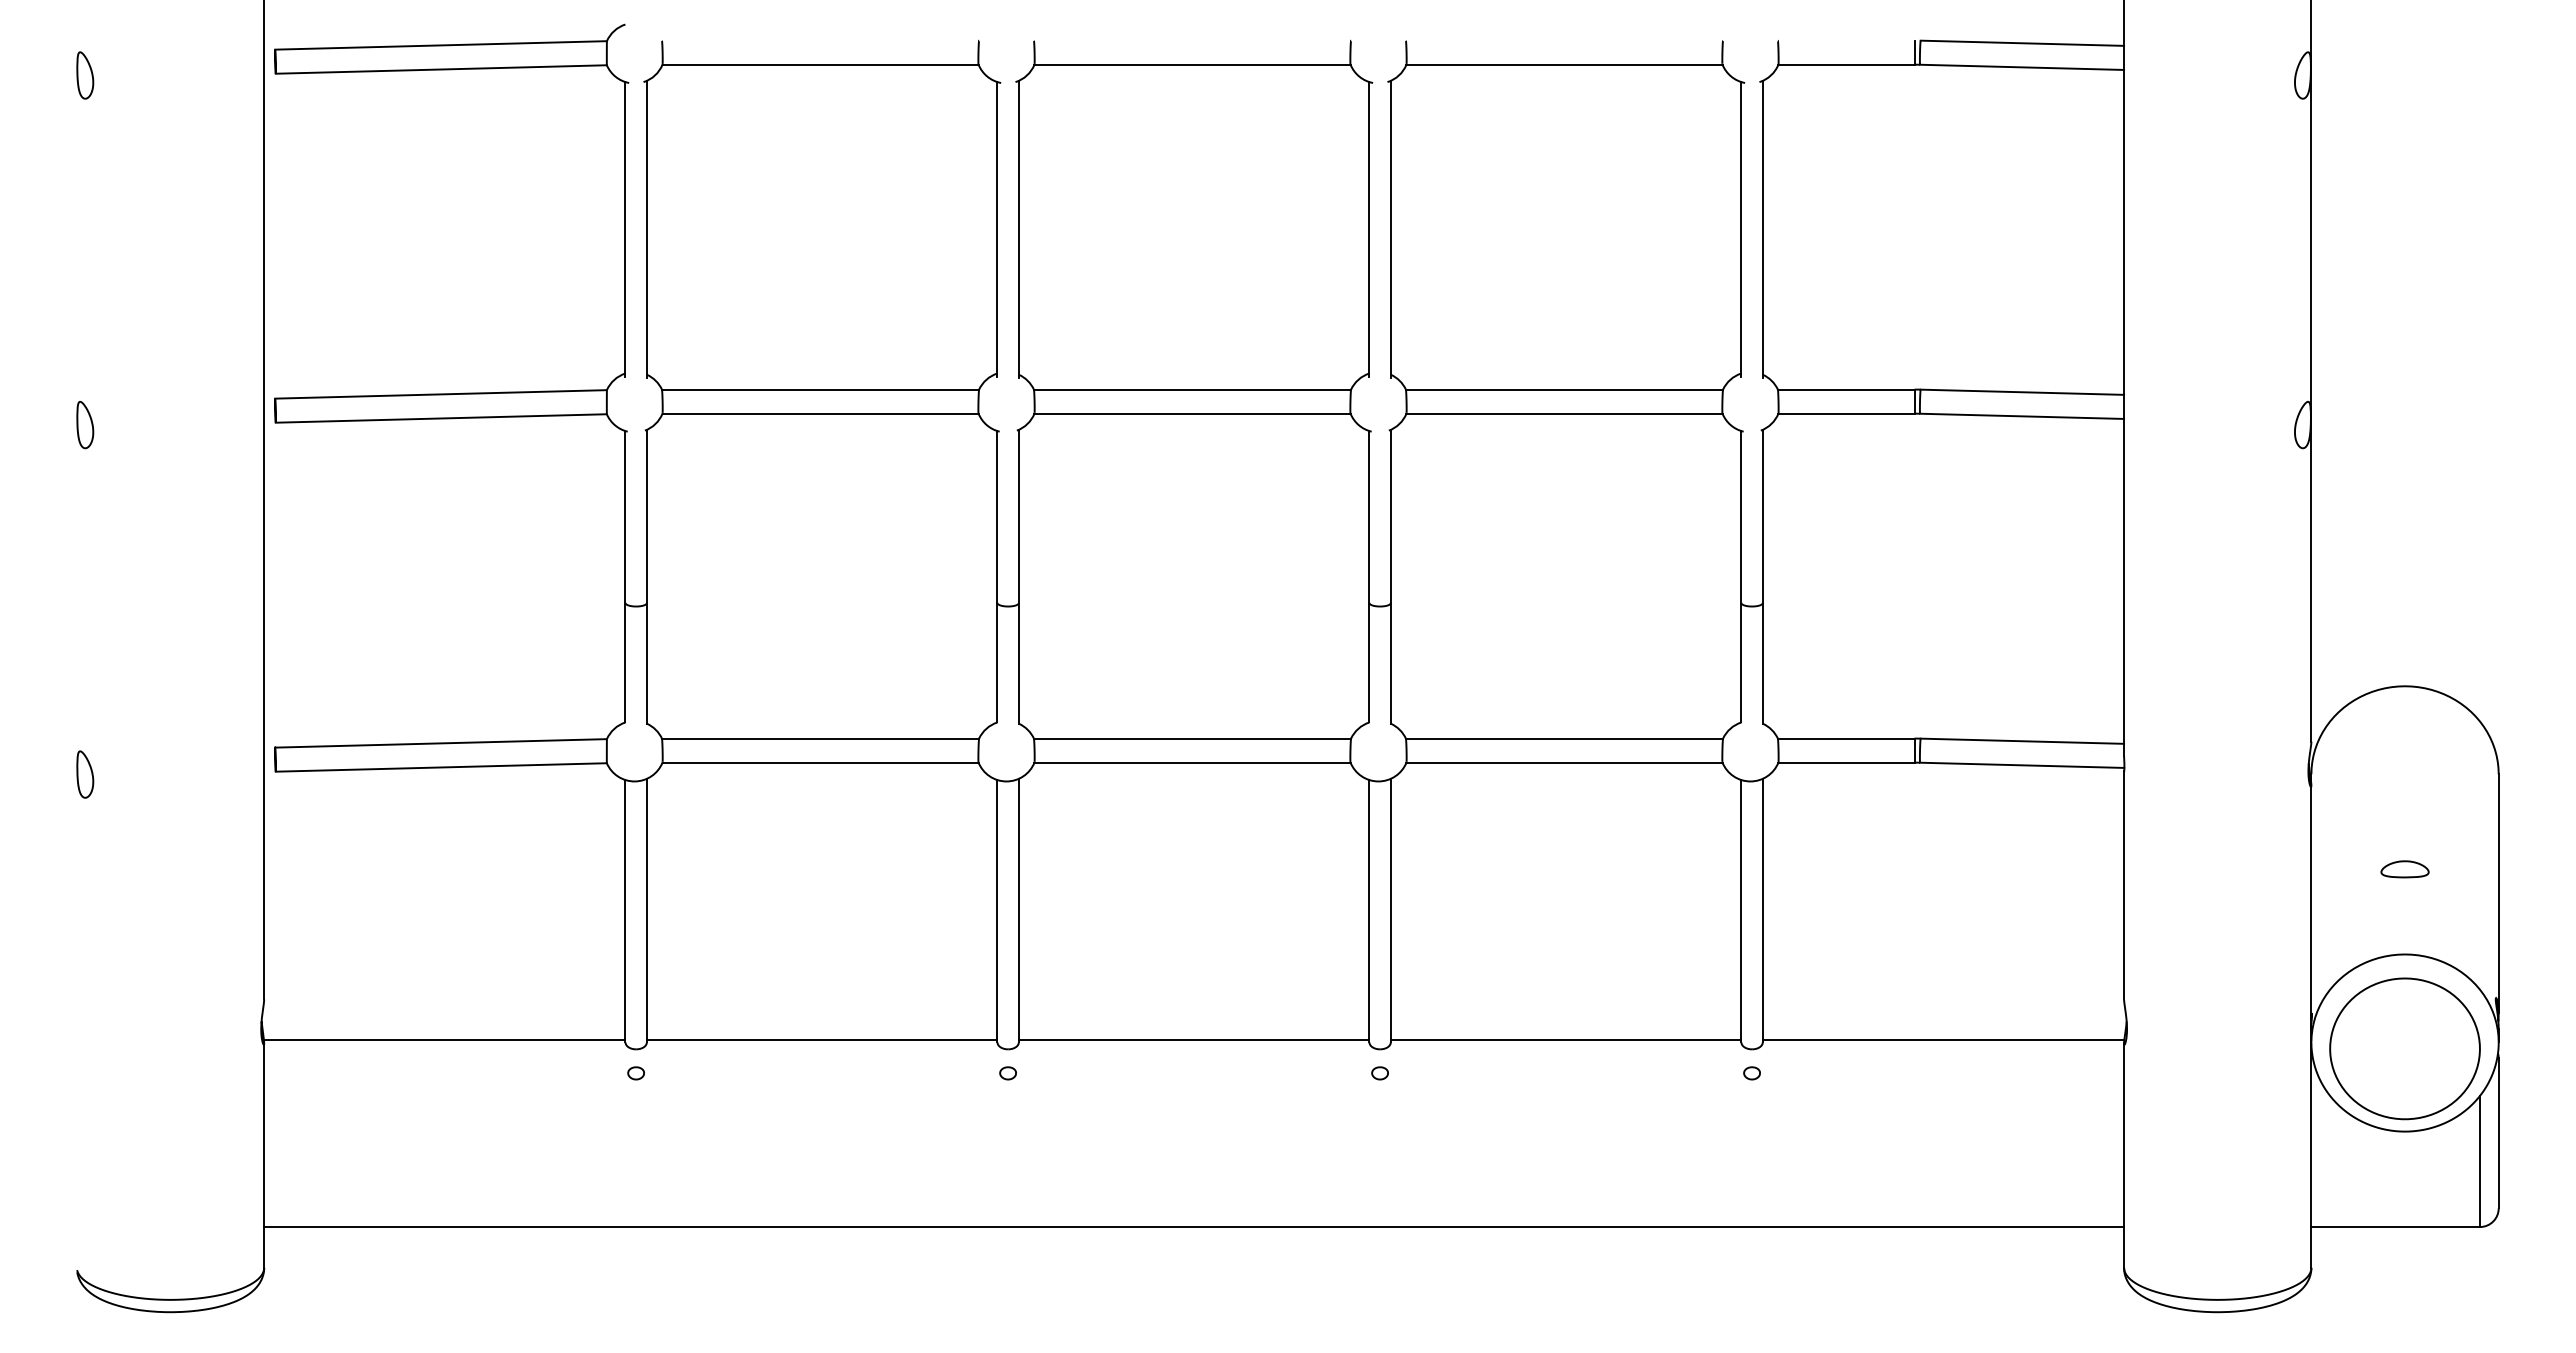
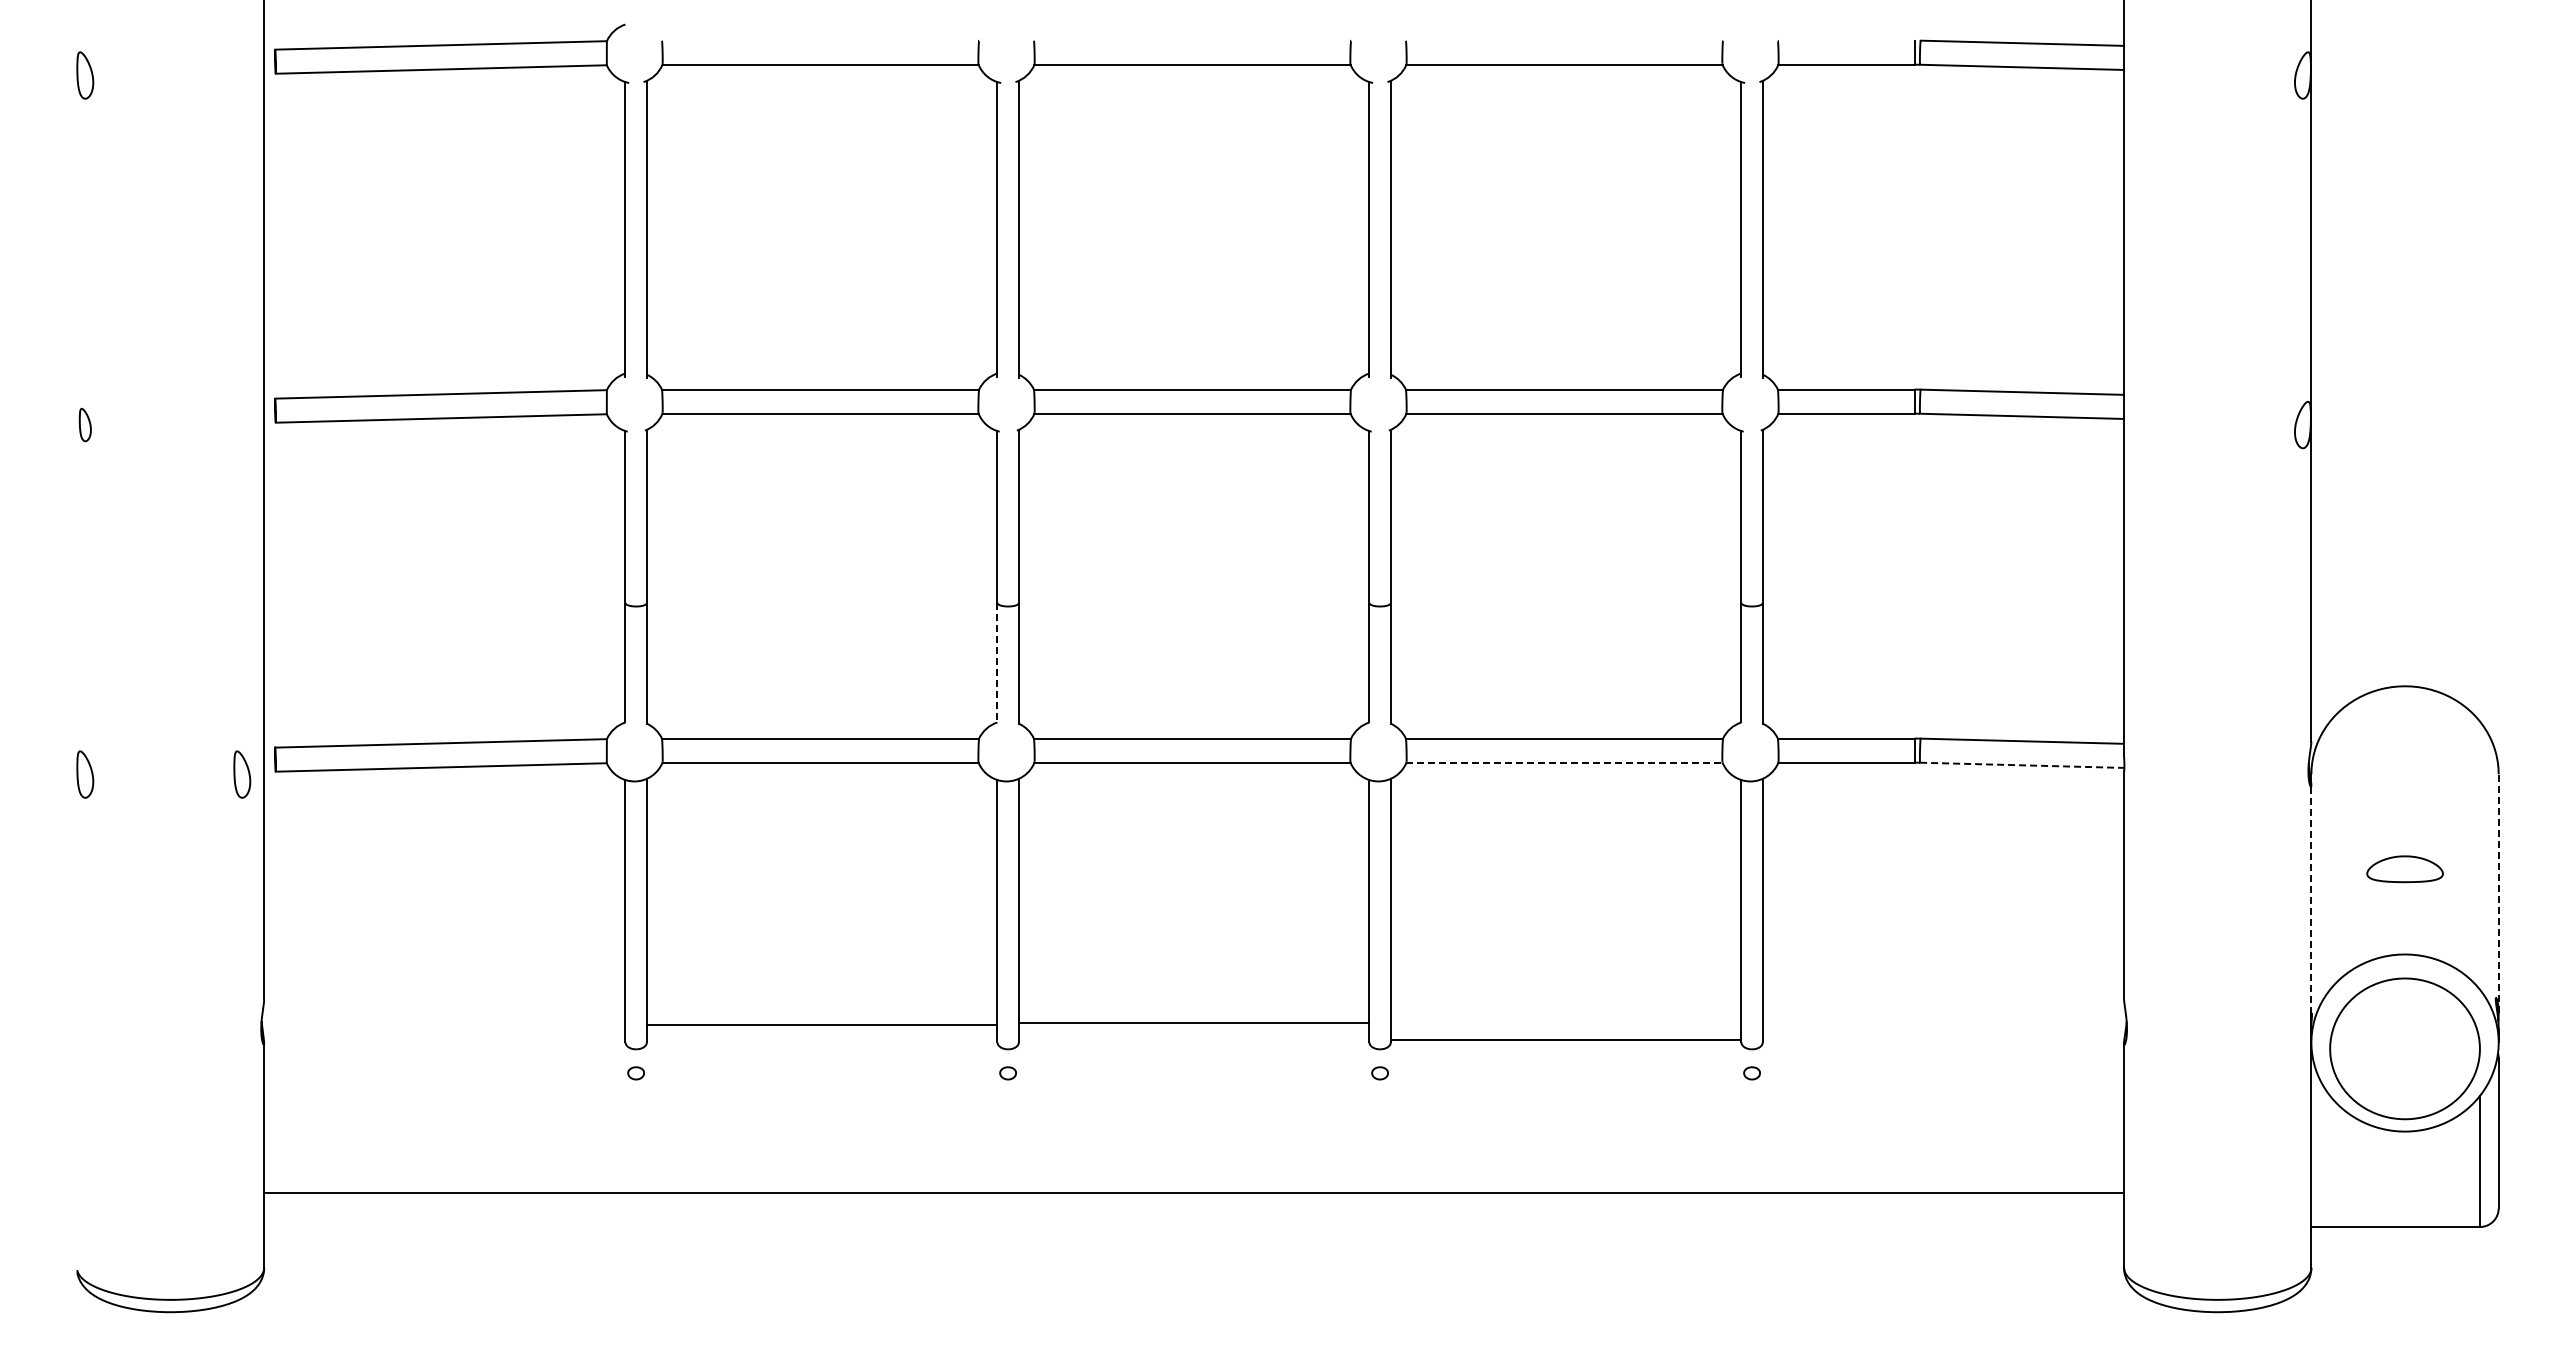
part at (85, 424) size: 19x50 px -> 14x36 px
line at (997, 663): solid -> dashed
line at (1564, 762): solid -> dashed
line at (2022, 765): solid -> dashed
part at (242, 774): none -> present
part at (2404, 869) size: 50x19 px -> 78x29 px
line at (2498, 893): solid -> dashed
line at (2311, 899): solid -> dashed
line at (444, 1039): present -> none
line at (821, 1039) position: (821, 1039) -> (821, 1024)
line at (1193, 1039) position: (1193, 1039) -> (1193, 1022)
line at (1943, 1039): present -> none
line at (1194, 1227) position: (1194, 1227) -> (1194, 1193)
